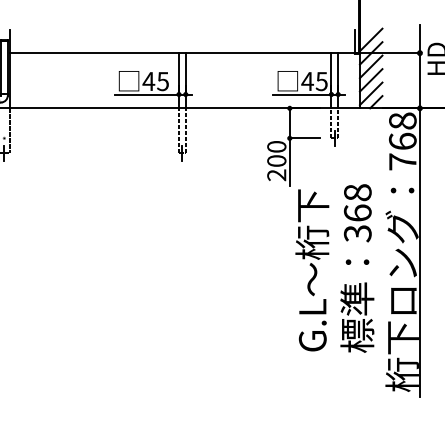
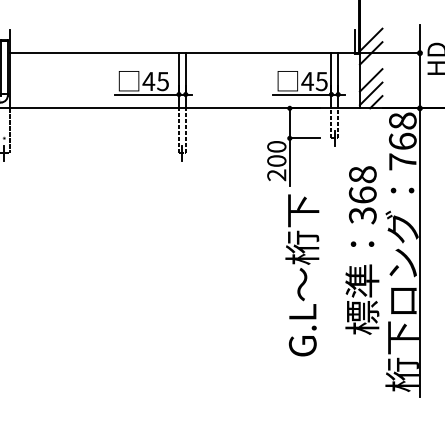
line at (370, 66): present -> none
text at (357, 268) position: (357, 268) -> (362, 250)
text at (312, 270) position: (312, 270) -> (302, 275)
